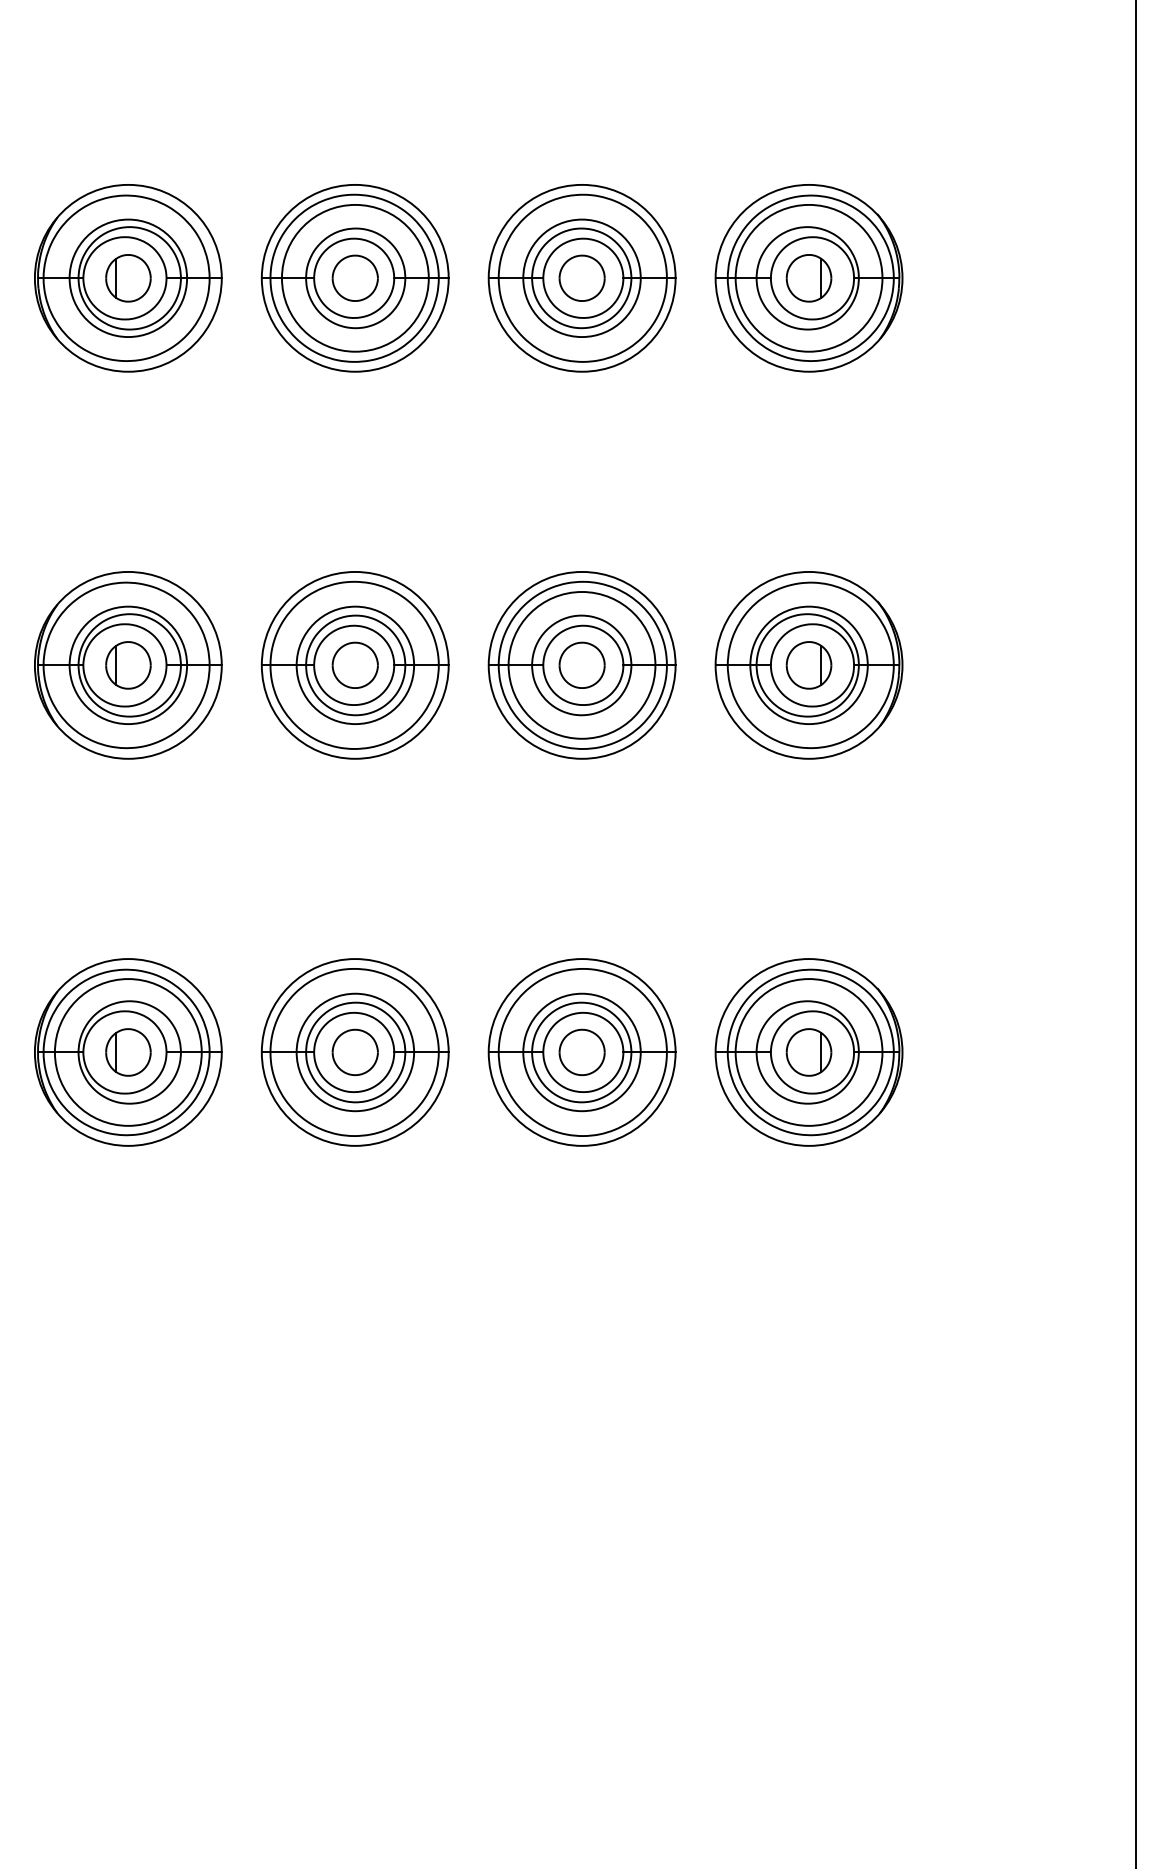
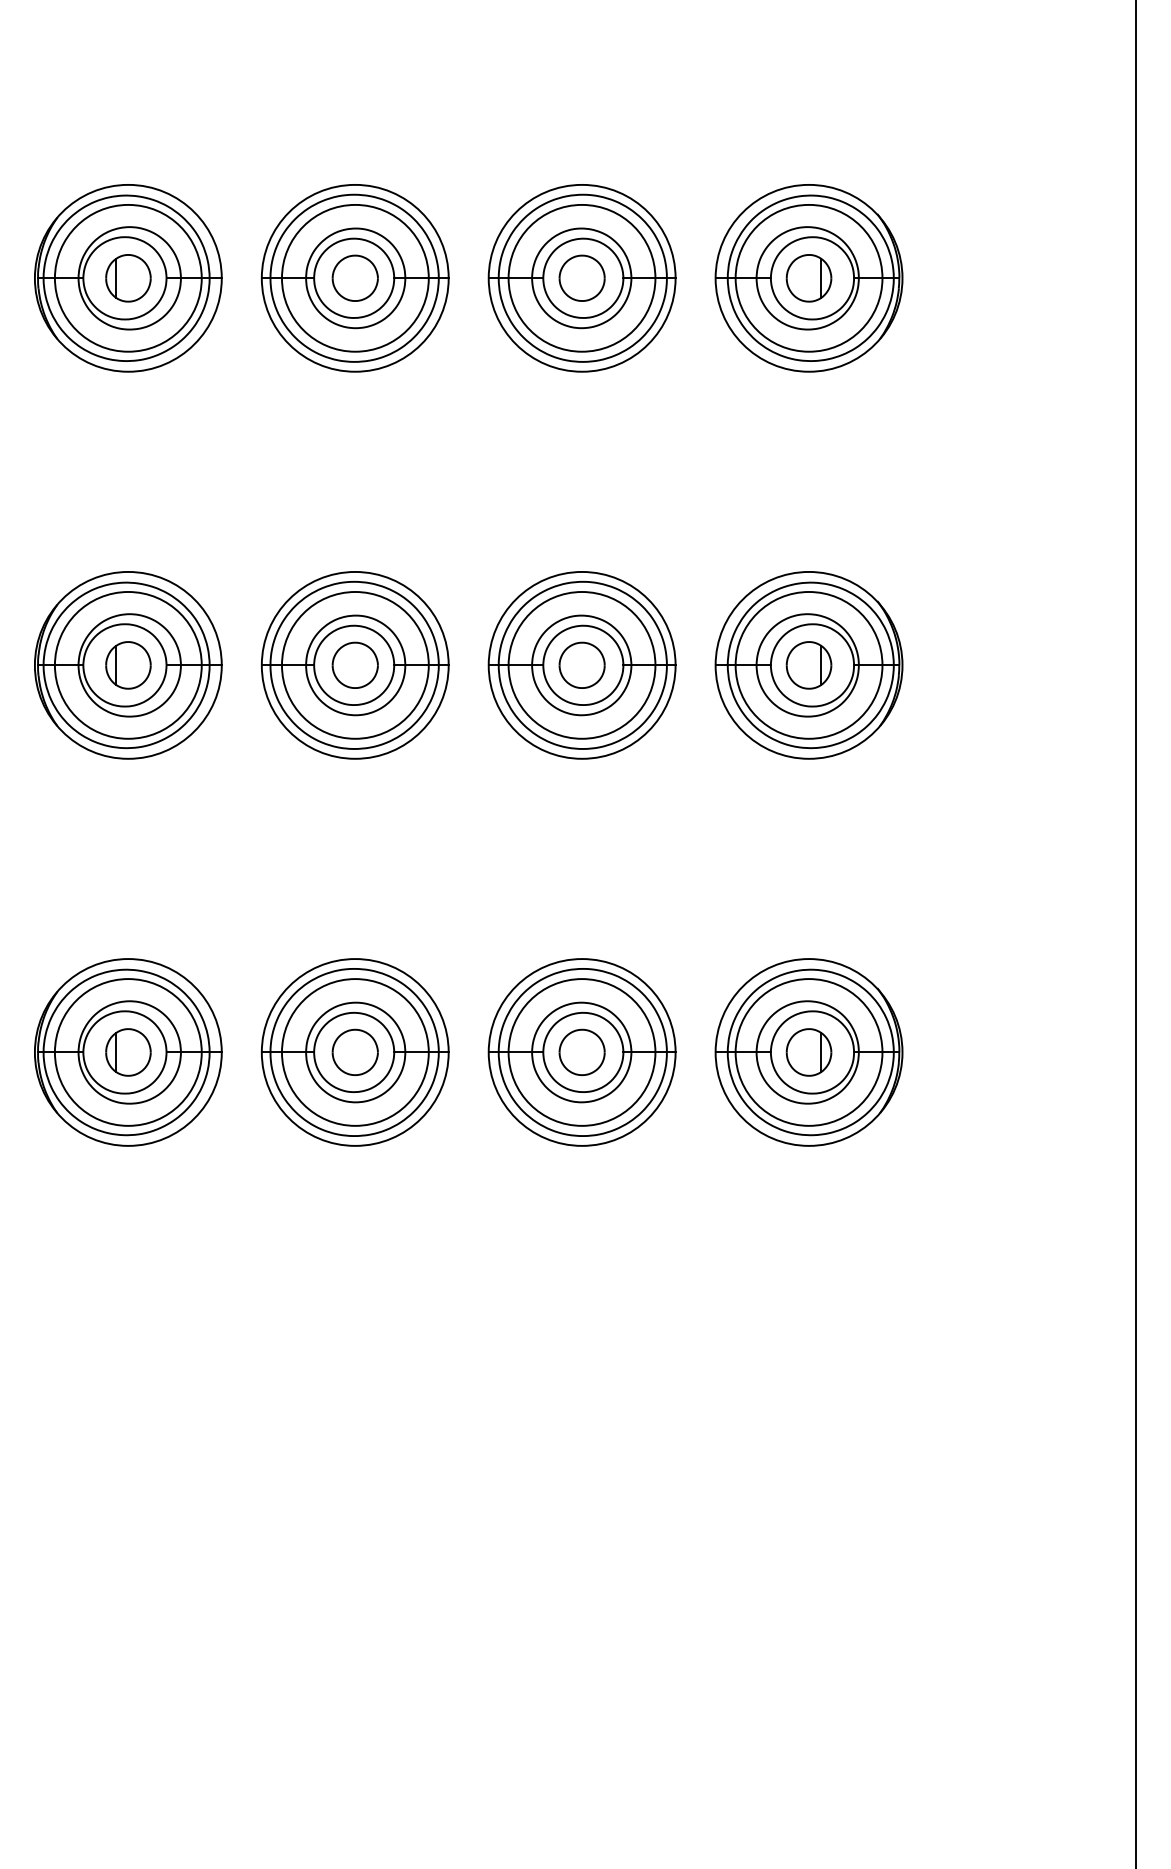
circle at (128, 278) diameter: 117 px -> 147 px
circle at (581, 278) diameter: 117 px -> 147 px
circle at (128, 665) diameter: 117 px -> 147 px
circle at (355, 665) diameter: 117 px -> 147 px
circle at (808, 665) diameter: 117 px -> 147 px
circle at (355, 1052) diameter: 117 px -> 147 px
circle at (581, 1052) diameter: 117 px -> 147 px
